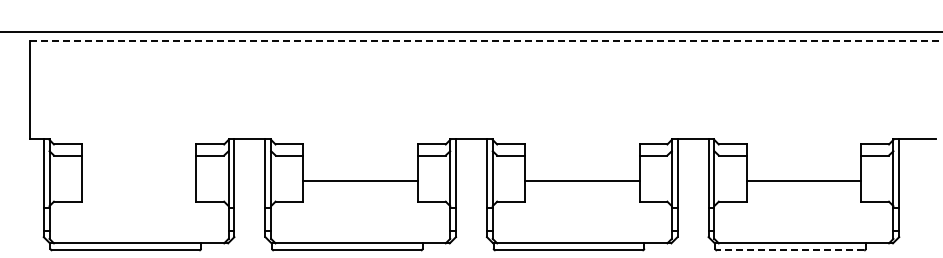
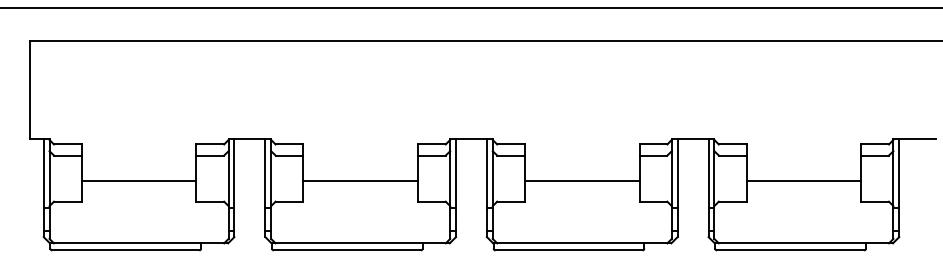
line at (470, 31) position: (470, 31) -> (470, 7)
line at (485, 41): dashed -> solid
line at (138, 181): none -> present
line at (790, 250): dashed -> solid
